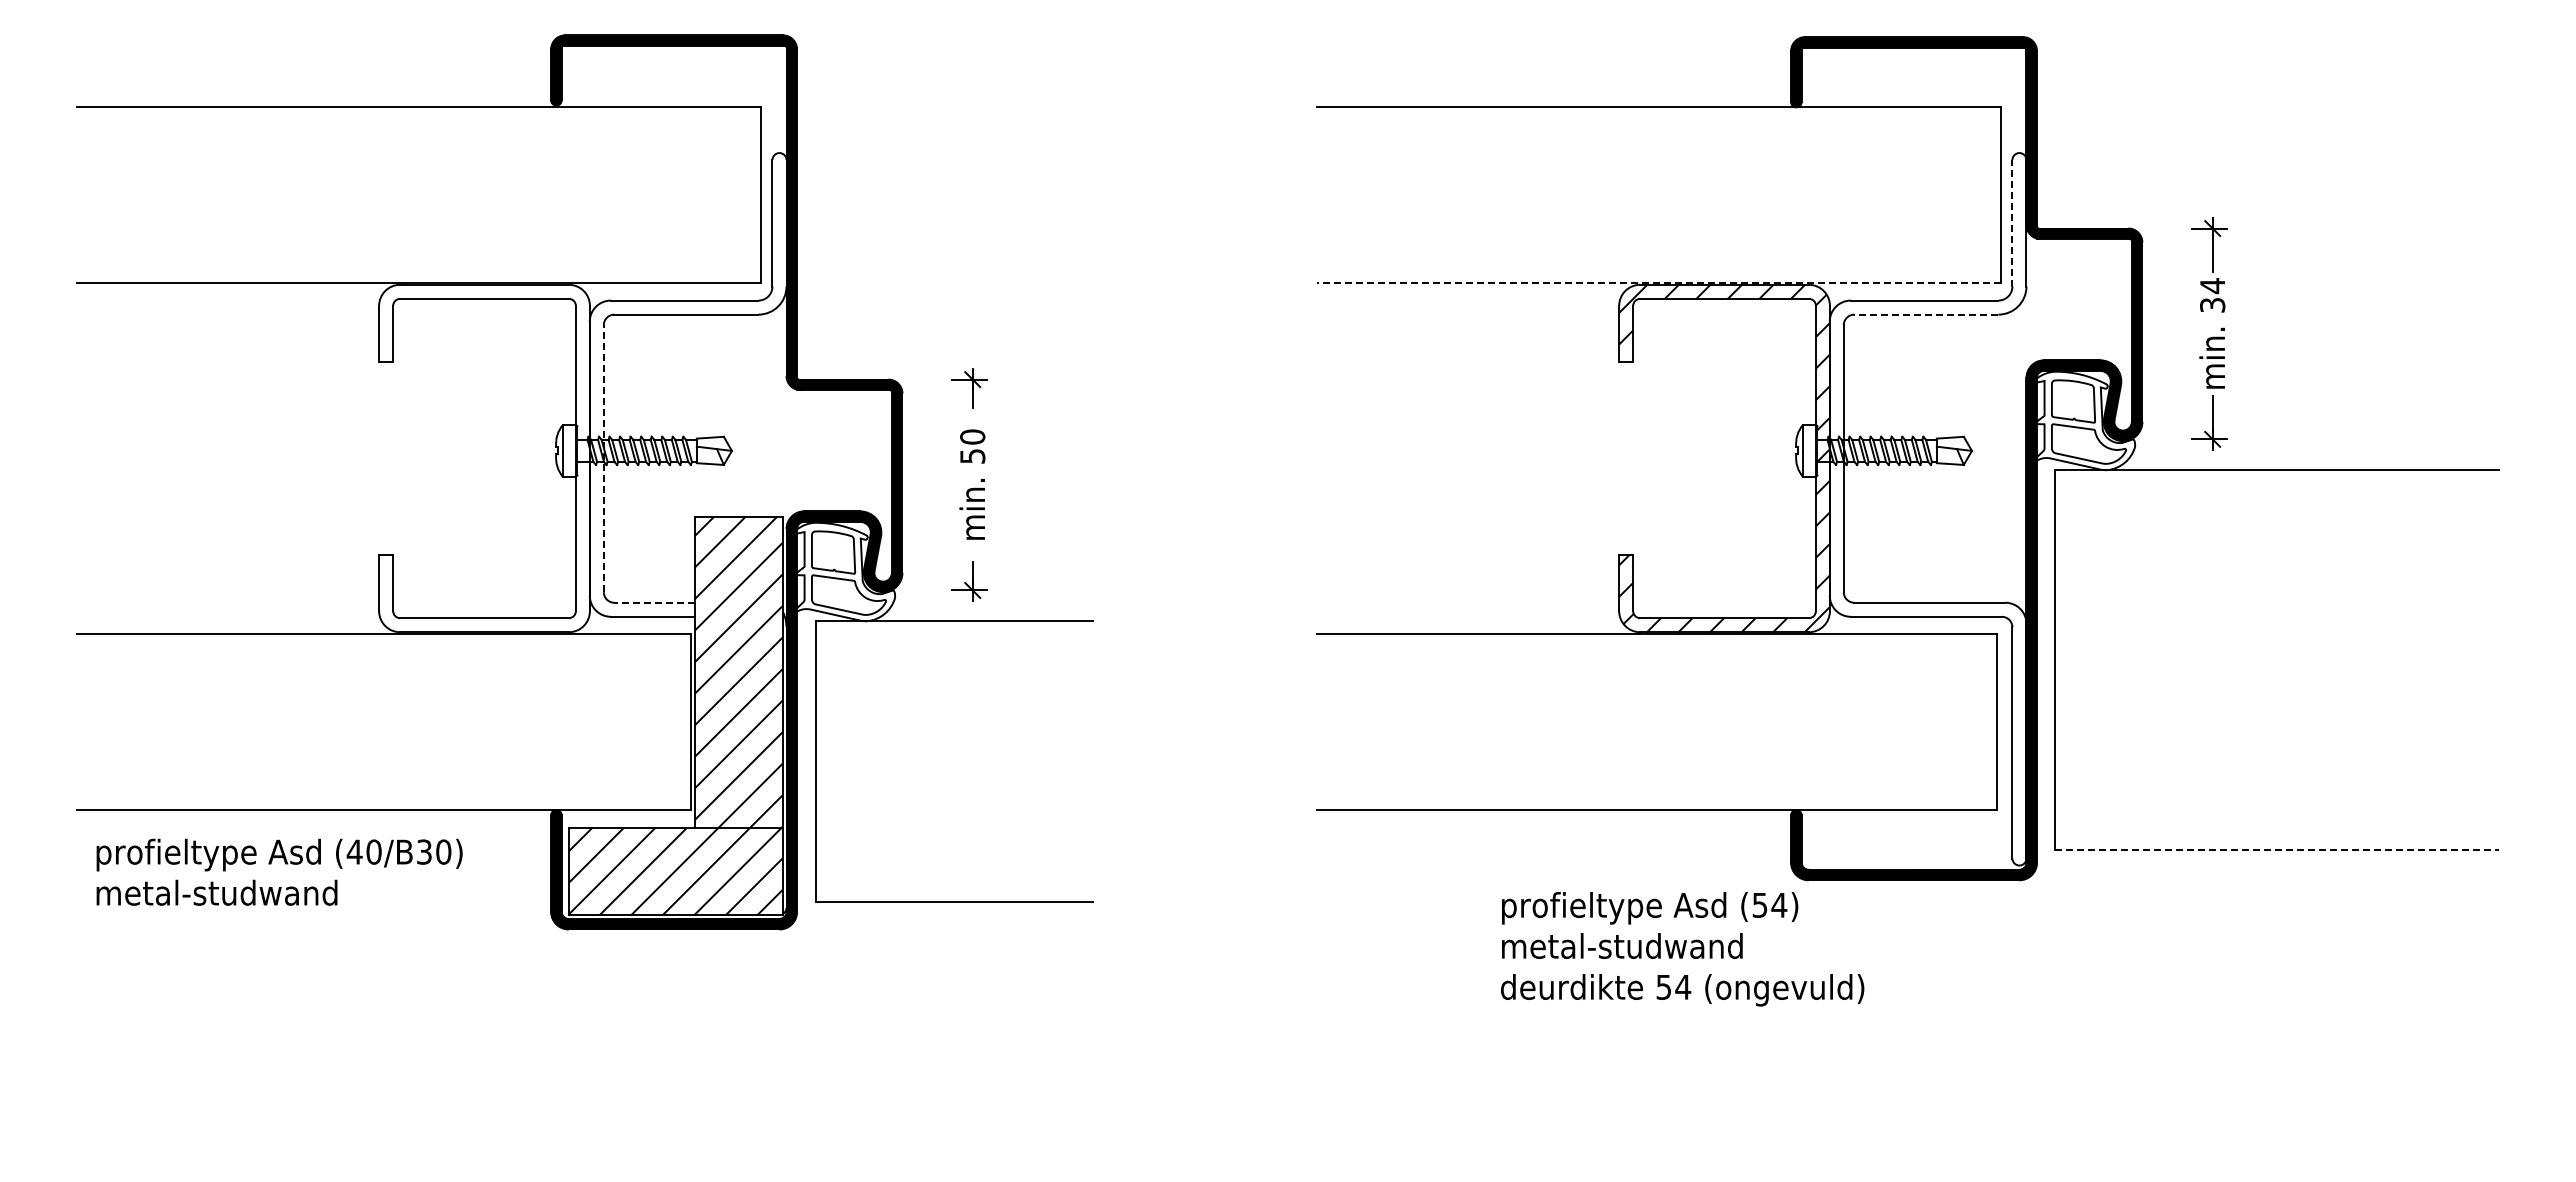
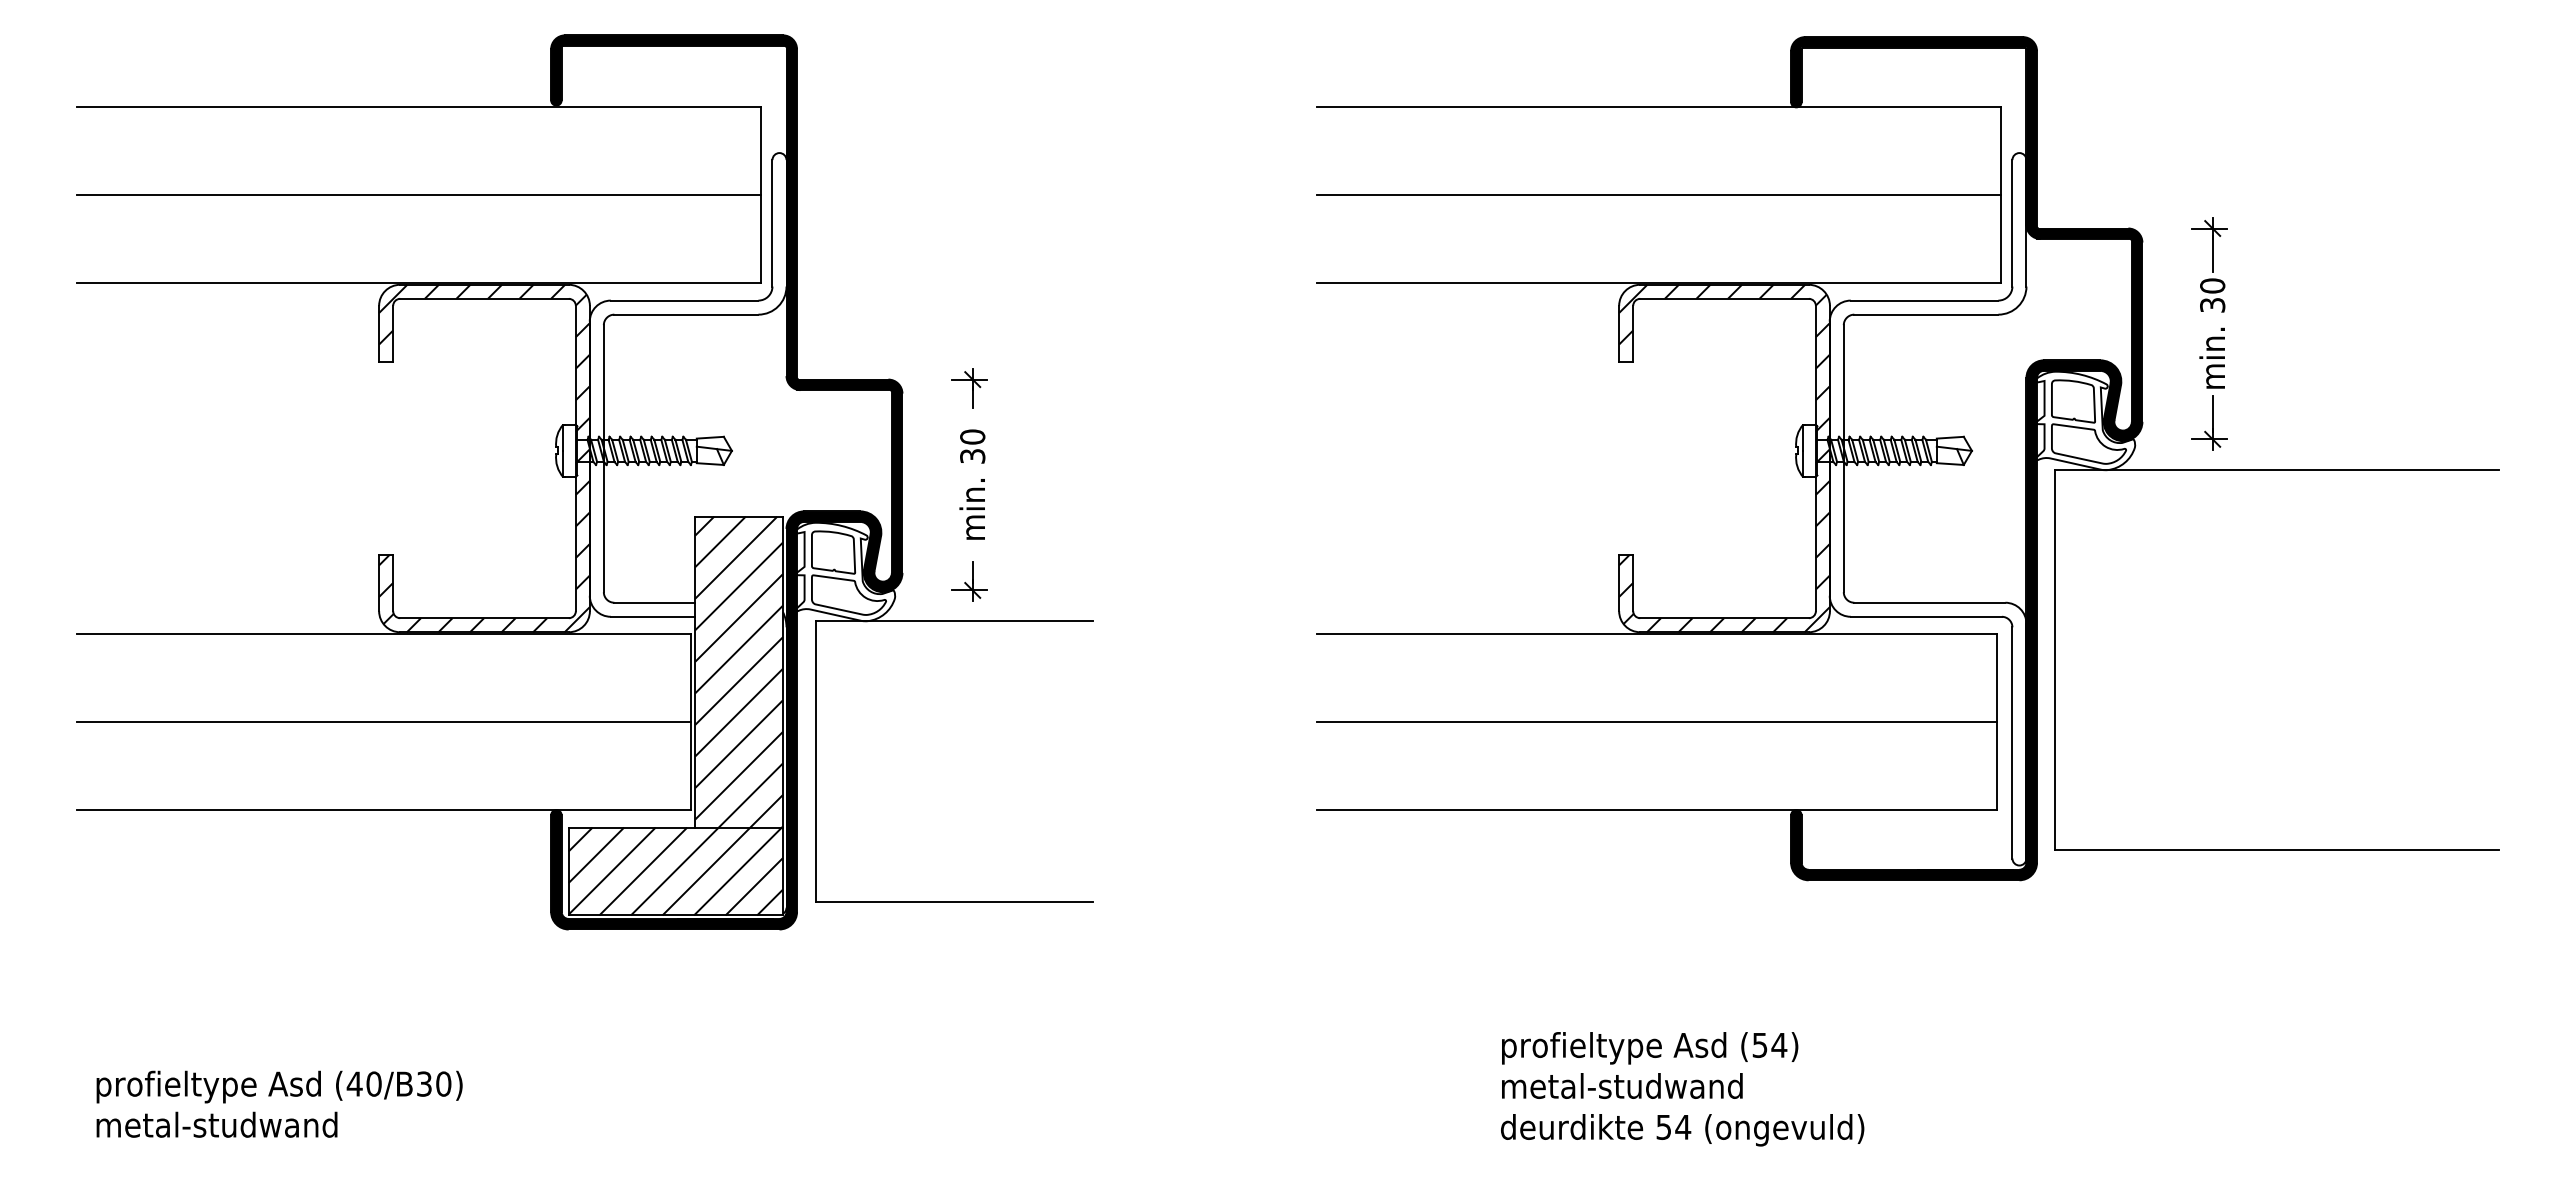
line at (418, 195): none -> present
line at (1658, 195): none -> present
line at (2012, 222): dashed -> solid
line at (1659, 283): dashed -> solid
text at (2212, 286): 34 -> 30
line at (1925, 314): dashed -> solid
text at (972, 455): 50 -> 30
hatch at (484, 458): none -> present
line at (603, 458): dashed -> solid
line at (654, 602): dashed -> solid
line at (384, 722): none -> present
line at (1657, 722): none -> present
line at (2277, 849): dashed -> solid
text at (279, 871) position: (279, 871) -> (279, 1103)
text at (1682, 949) position: (1682, 949) -> (1682, 1089)
